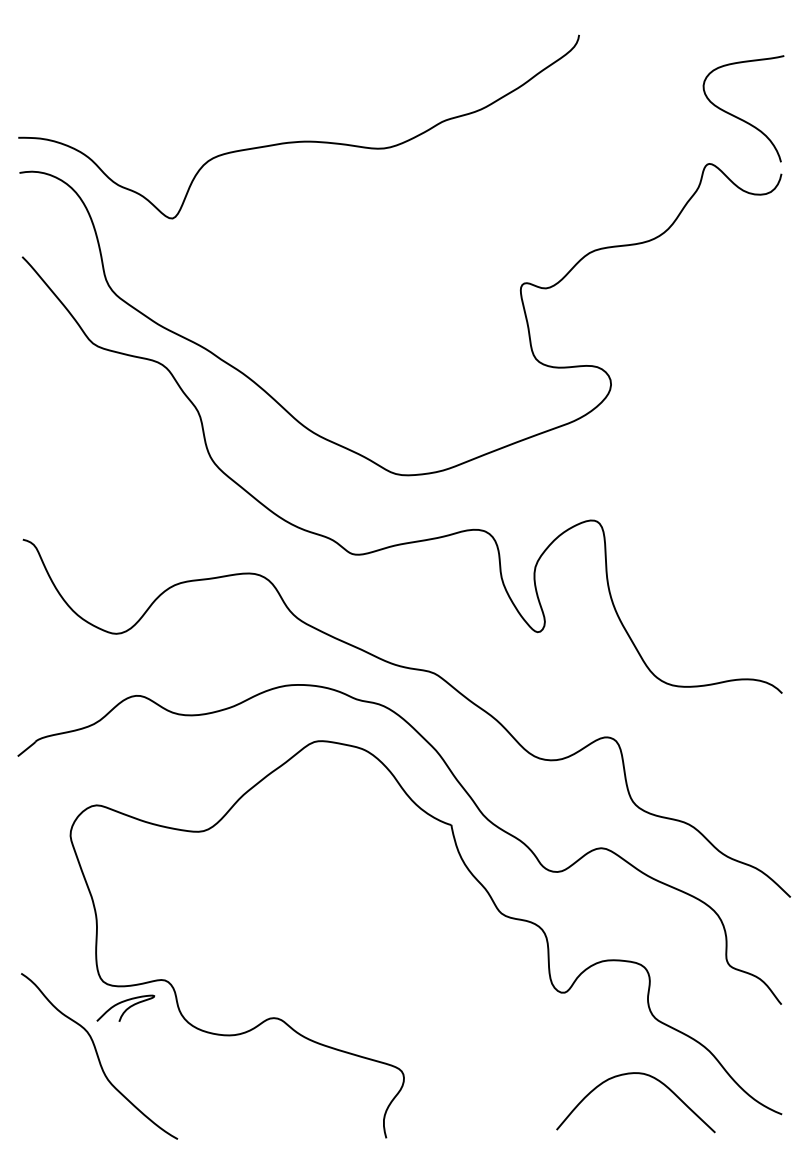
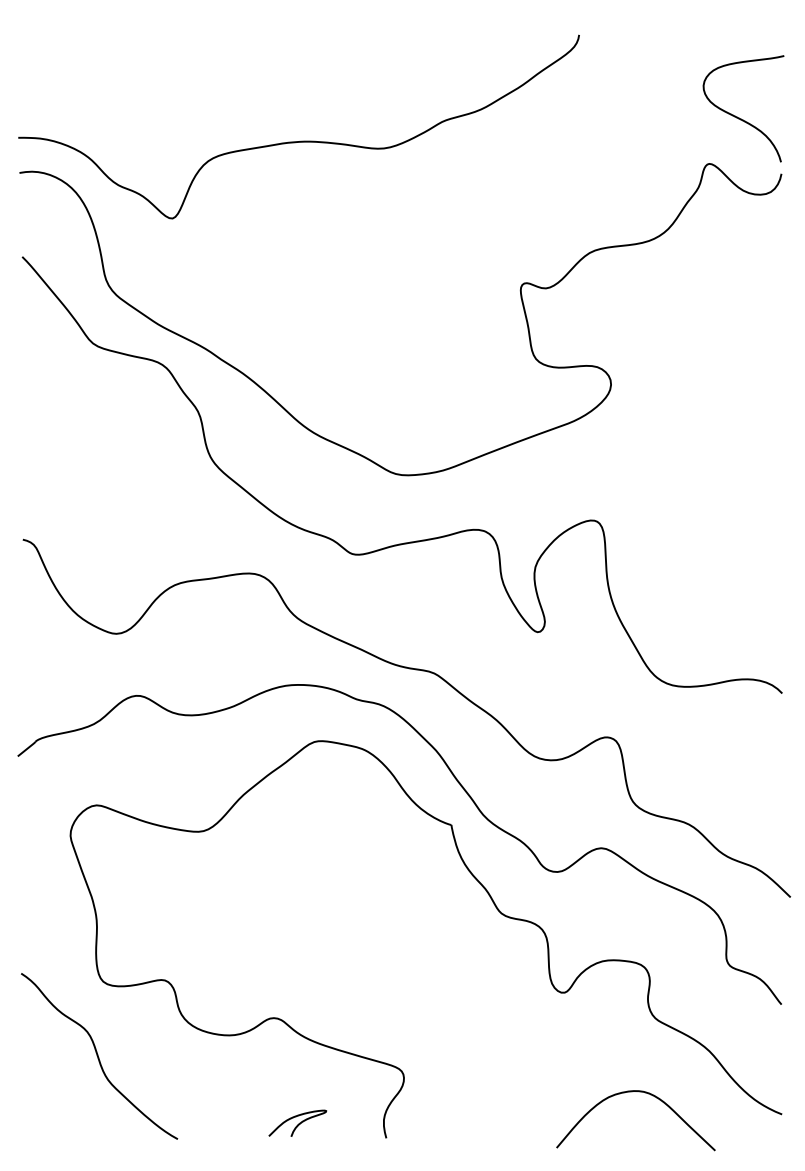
curve at (126, 1008) position: (126, 1008) -> (298, 1123)
curve at (632, 1074) position: (632, 1074) -> (632, 1092)
